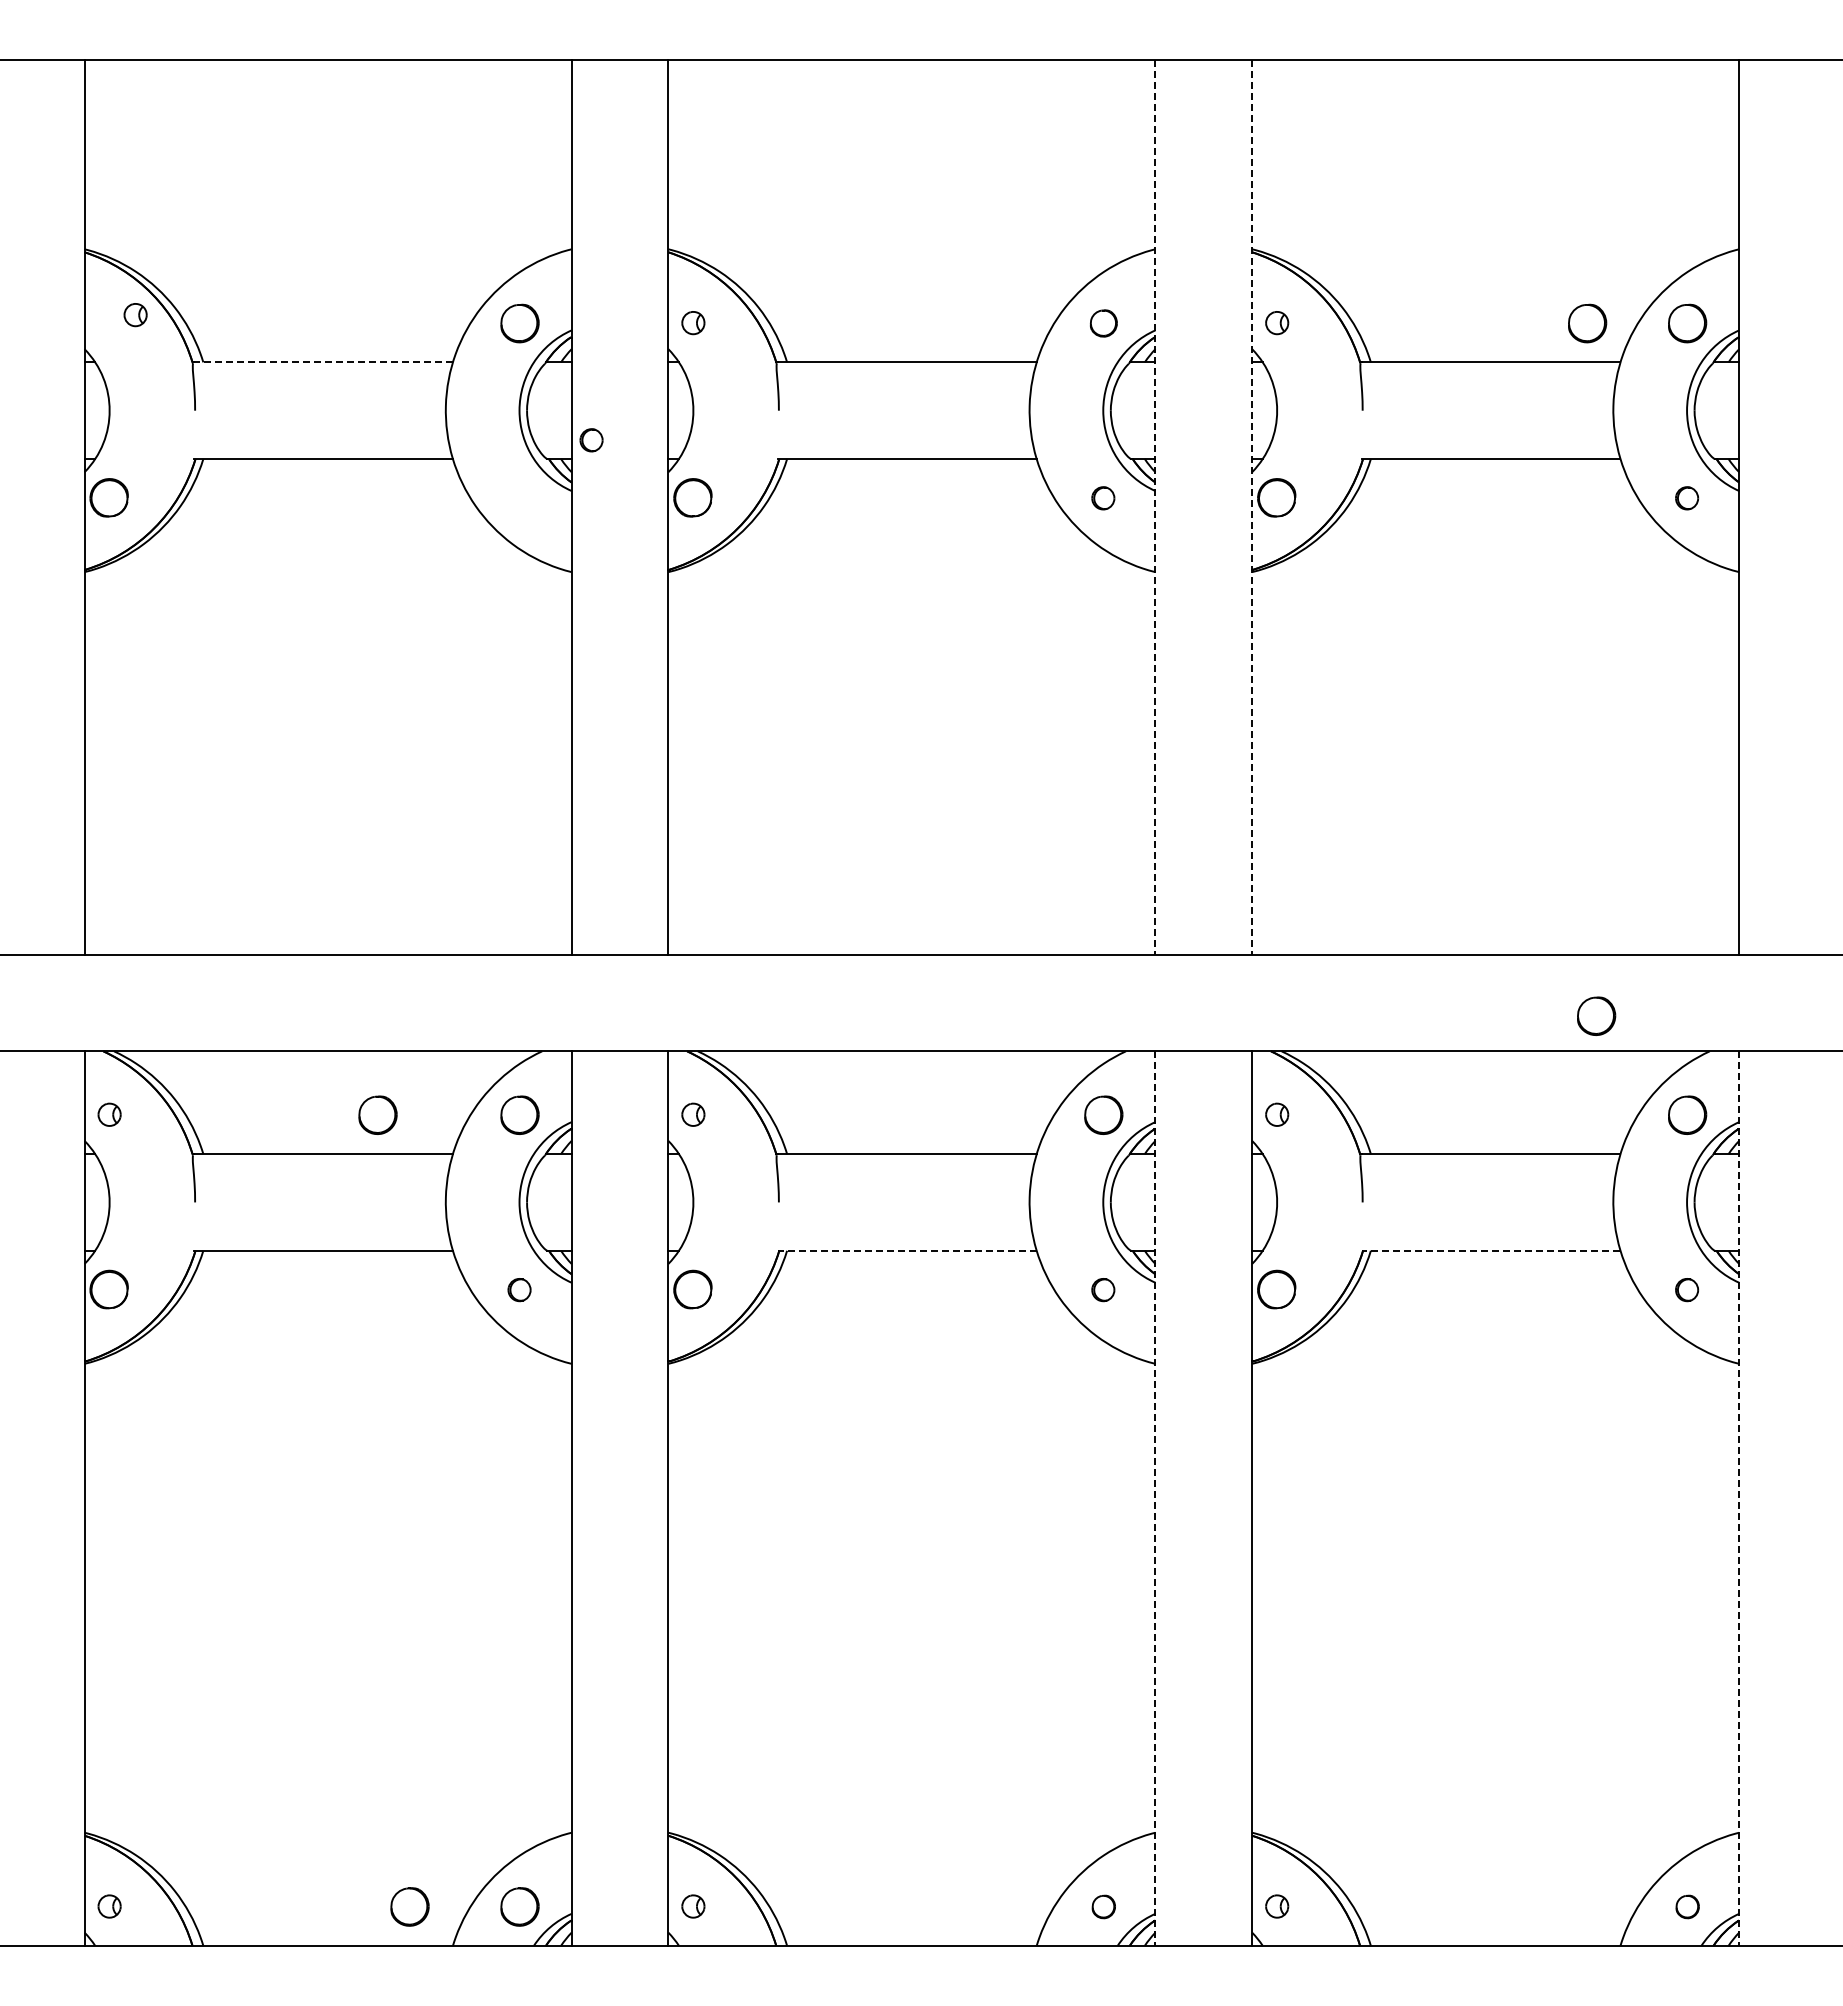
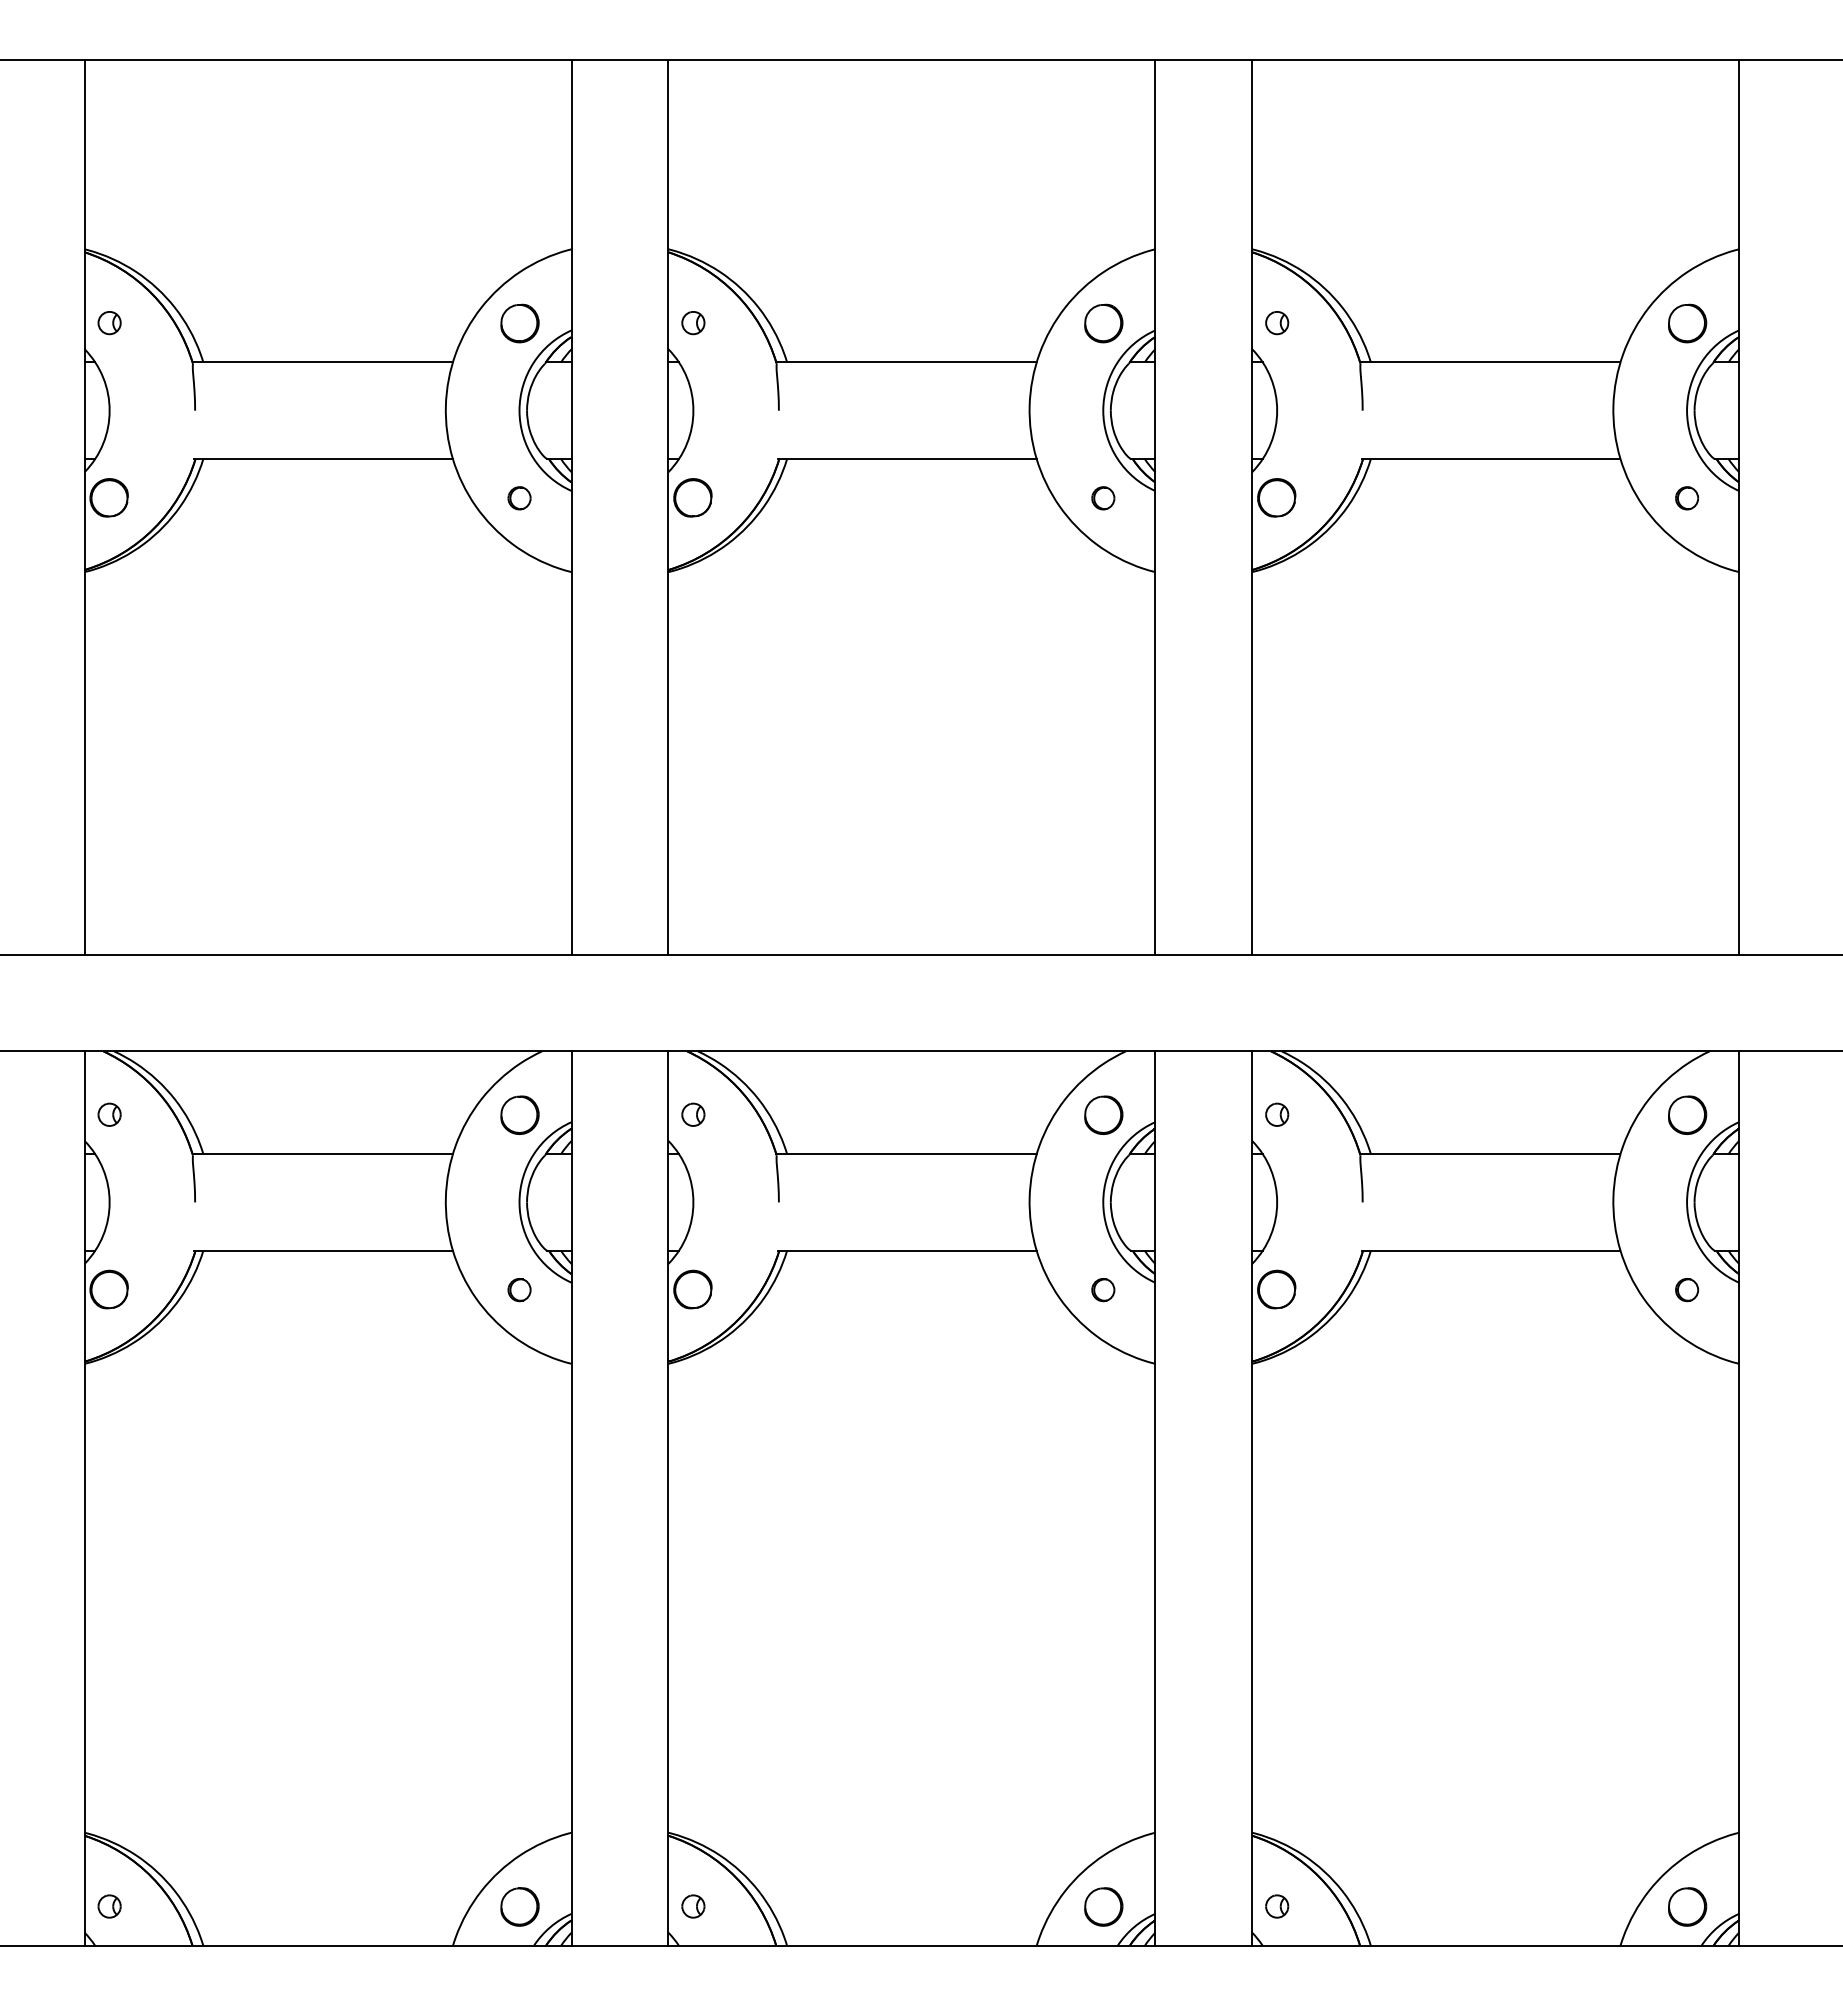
part at (135, 315) position: (135, 315) -> (109, 323)
part at (1103, 323) size: 28x29 px -> 40x41 px
part at (1587, 323): present -> none
line at (323, 362): dashed -> solid
part at (591, 440) position: (591, 440) -> (519, 498)
line at (1155, 507): dashed -> solid
line at (1252, 507): dashed -> solid
part at (1596, 1015): present -> none
part at (377, 1114): present -> none
line at (906, 1250): dashed -> solid
line at (1490, 1250): dashed -> solid
line at (1155, 1499): dashed -> solid
line at (1739, 1499): dashed -> solid
part at (409, 1906): present -> none
part at (1103, 1906) size: 25x26 px -> 40x40 px
part at (1687, 1906) size: 25x26 px -> 40x40 px
